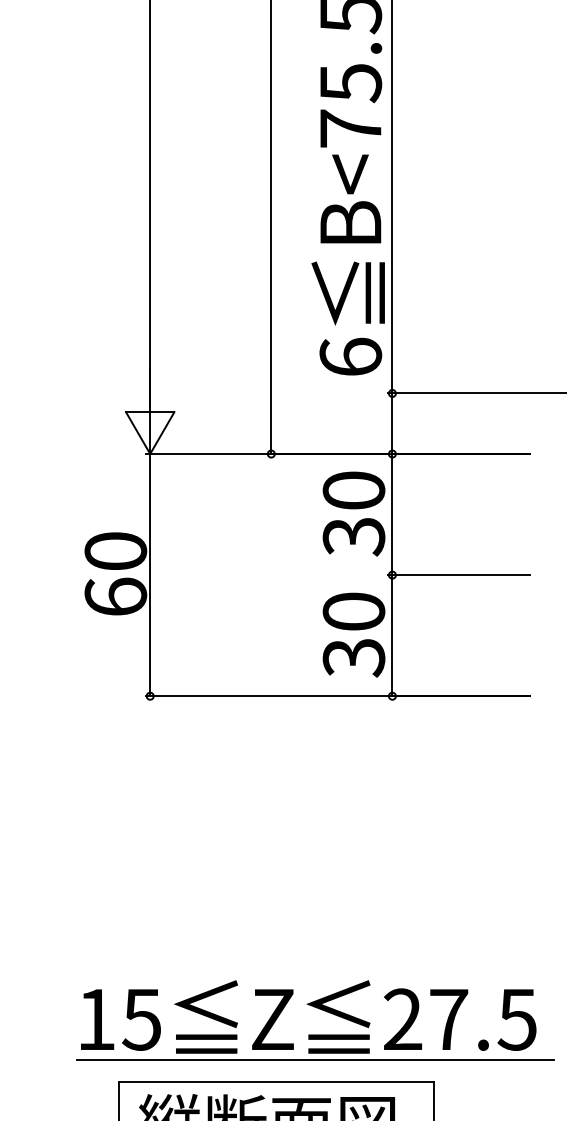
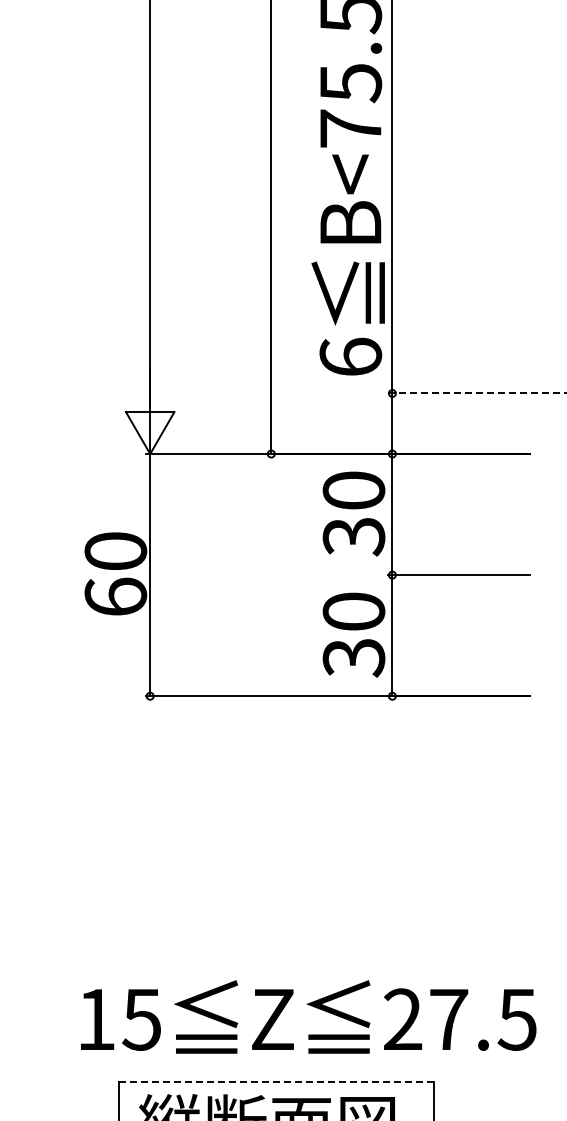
line at (477, 393): solid -> dashed
line at (314, 1059): present -> none
line at (276, 1082): solid -> dashed
